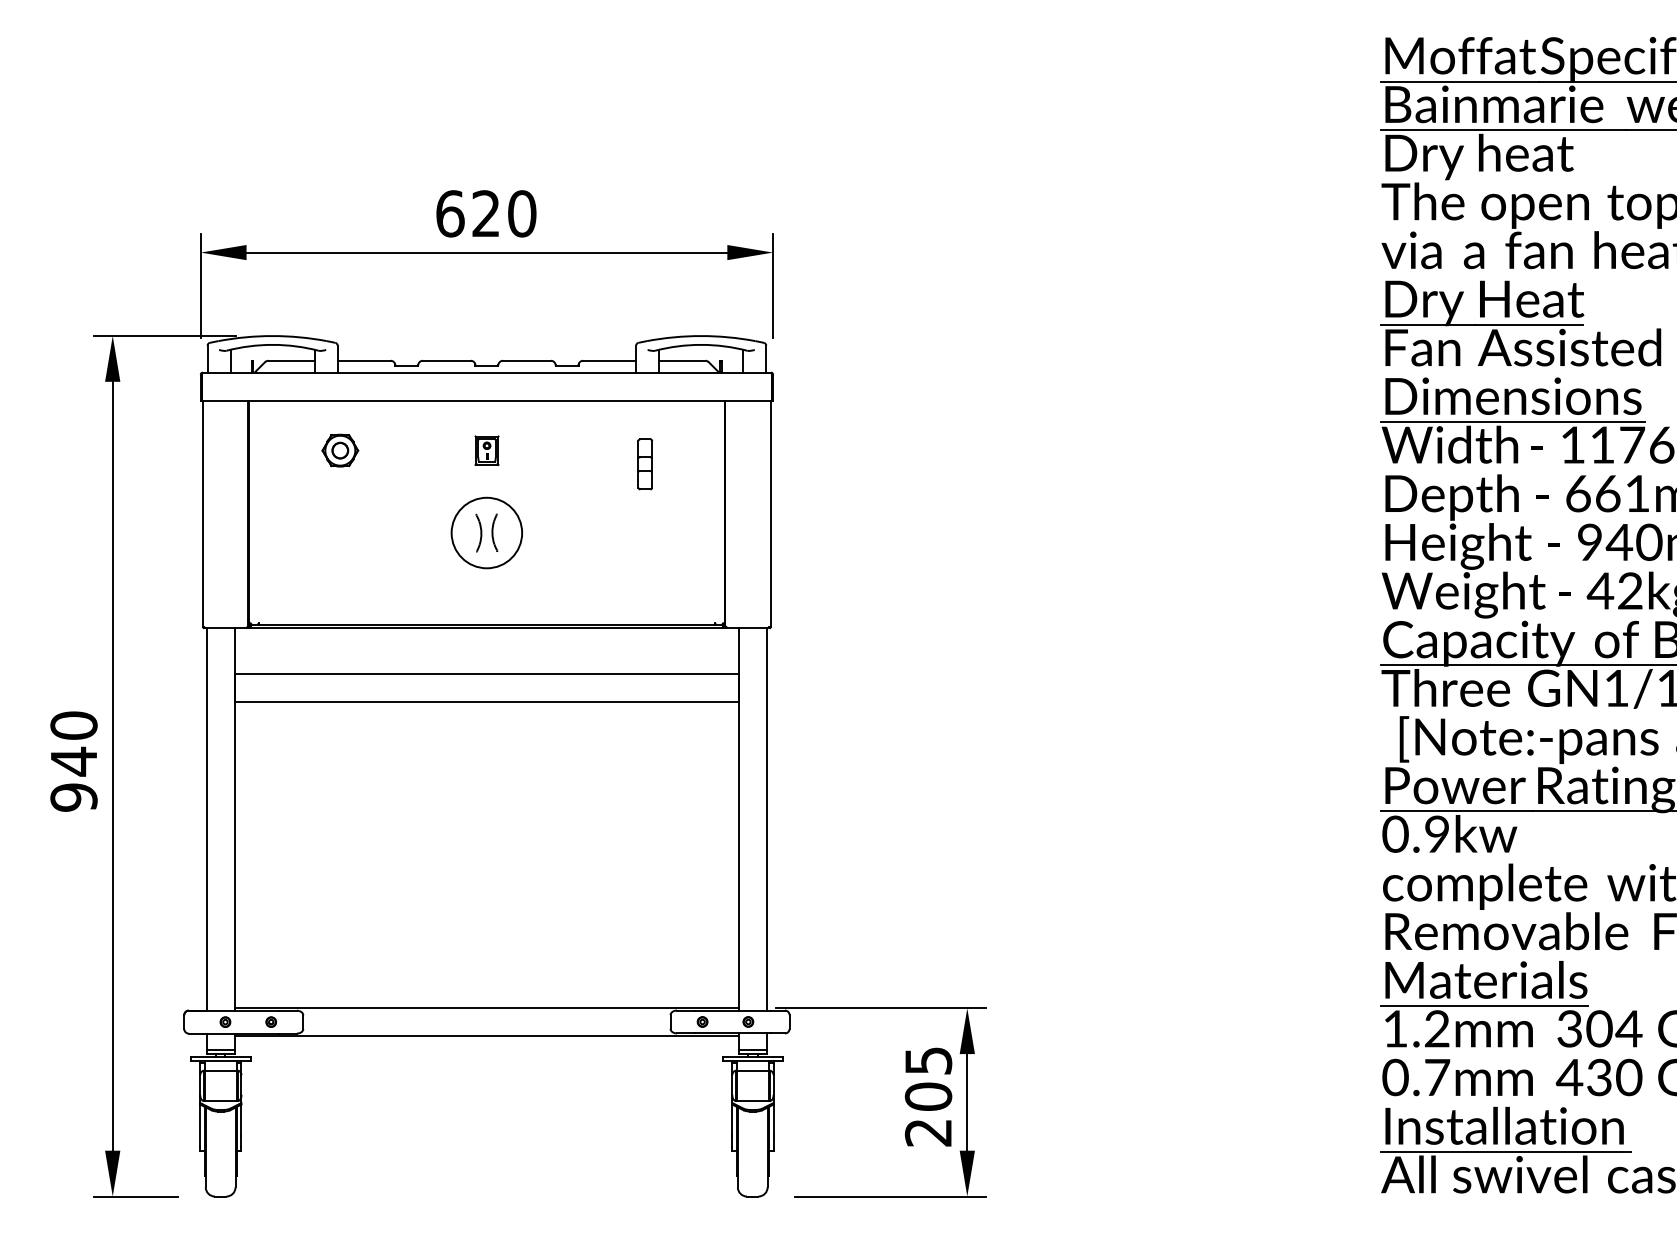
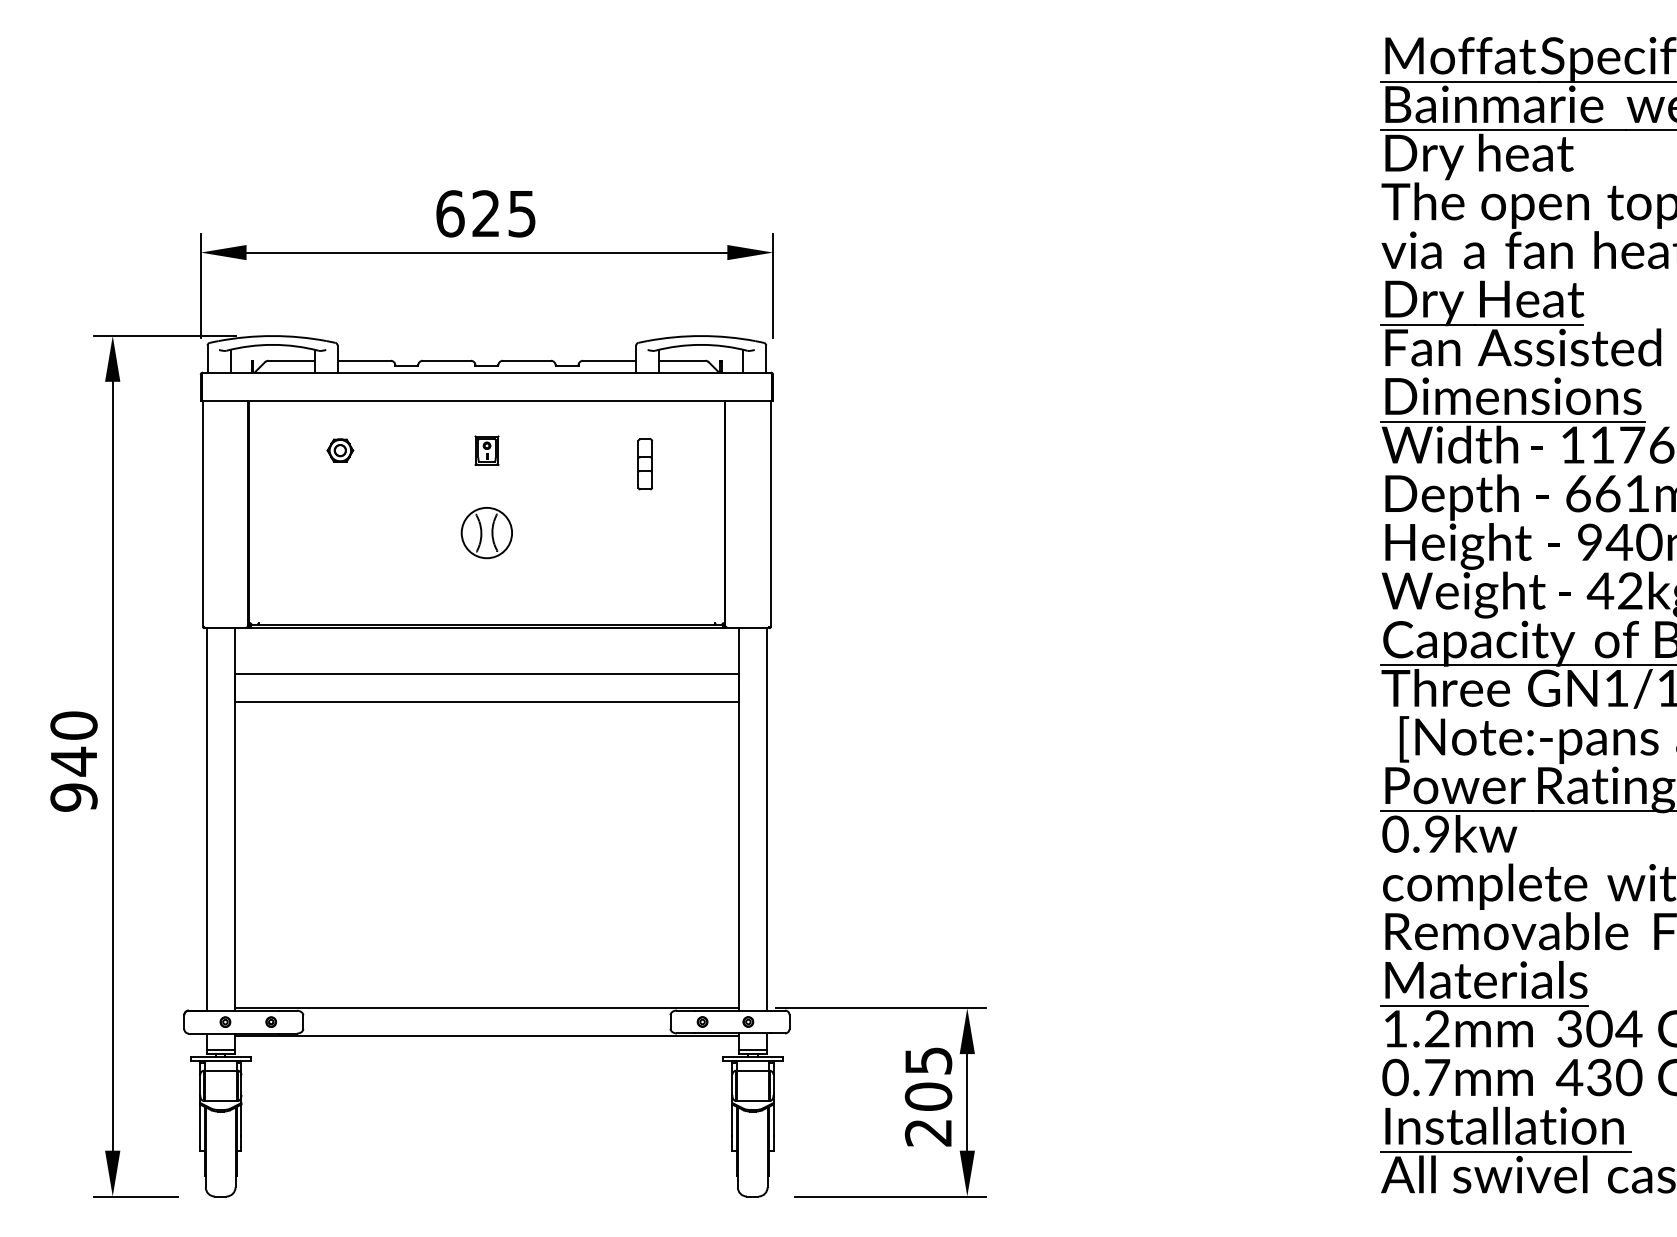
text at (522, 213): 620 -> 625
part at (340, 450) size: 39x35 px -> 29x25 px
circle at (486, 532) diameter: 71 px -> 50 px
